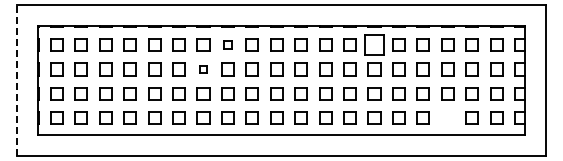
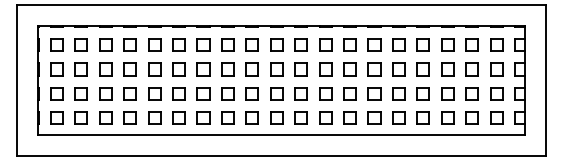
part at (227, 44) size: 10x10 px -> 14x14 px
part at (374, 44) size: 21x22 px -> 15x14 px
part at (203, 69) size: 9x9 px -> 15x15 px
line at (16, 80): dashed -> solid
part at (447, 117): none -> present
